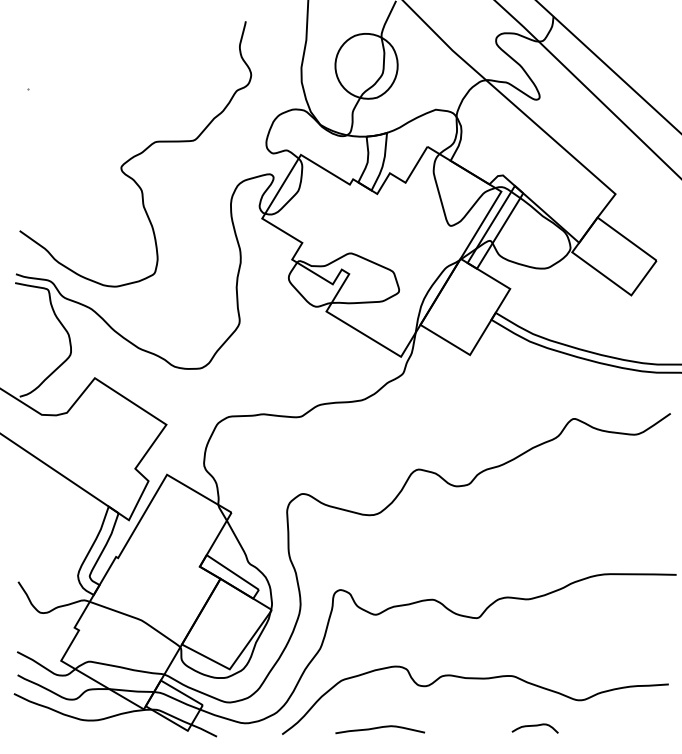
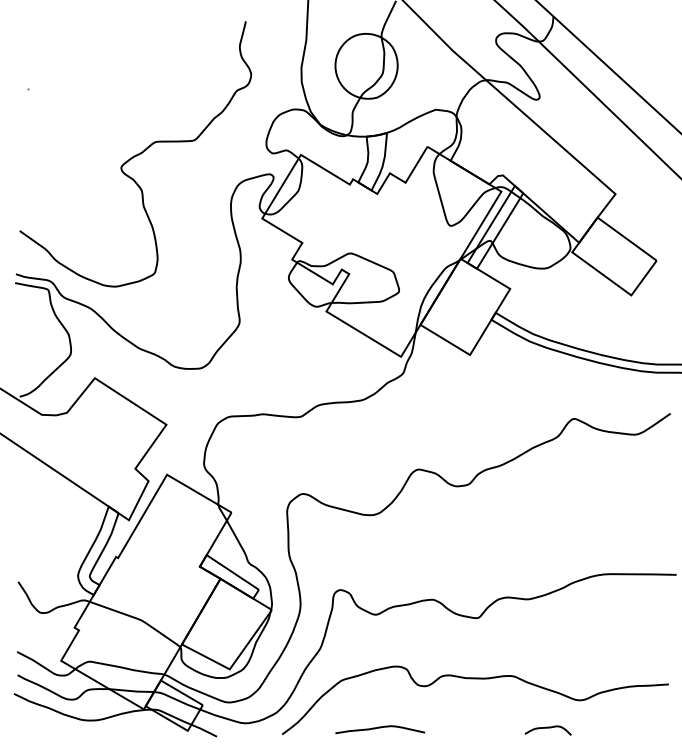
curve at (534, 726) position: (534, 726) -> (547, 728)
